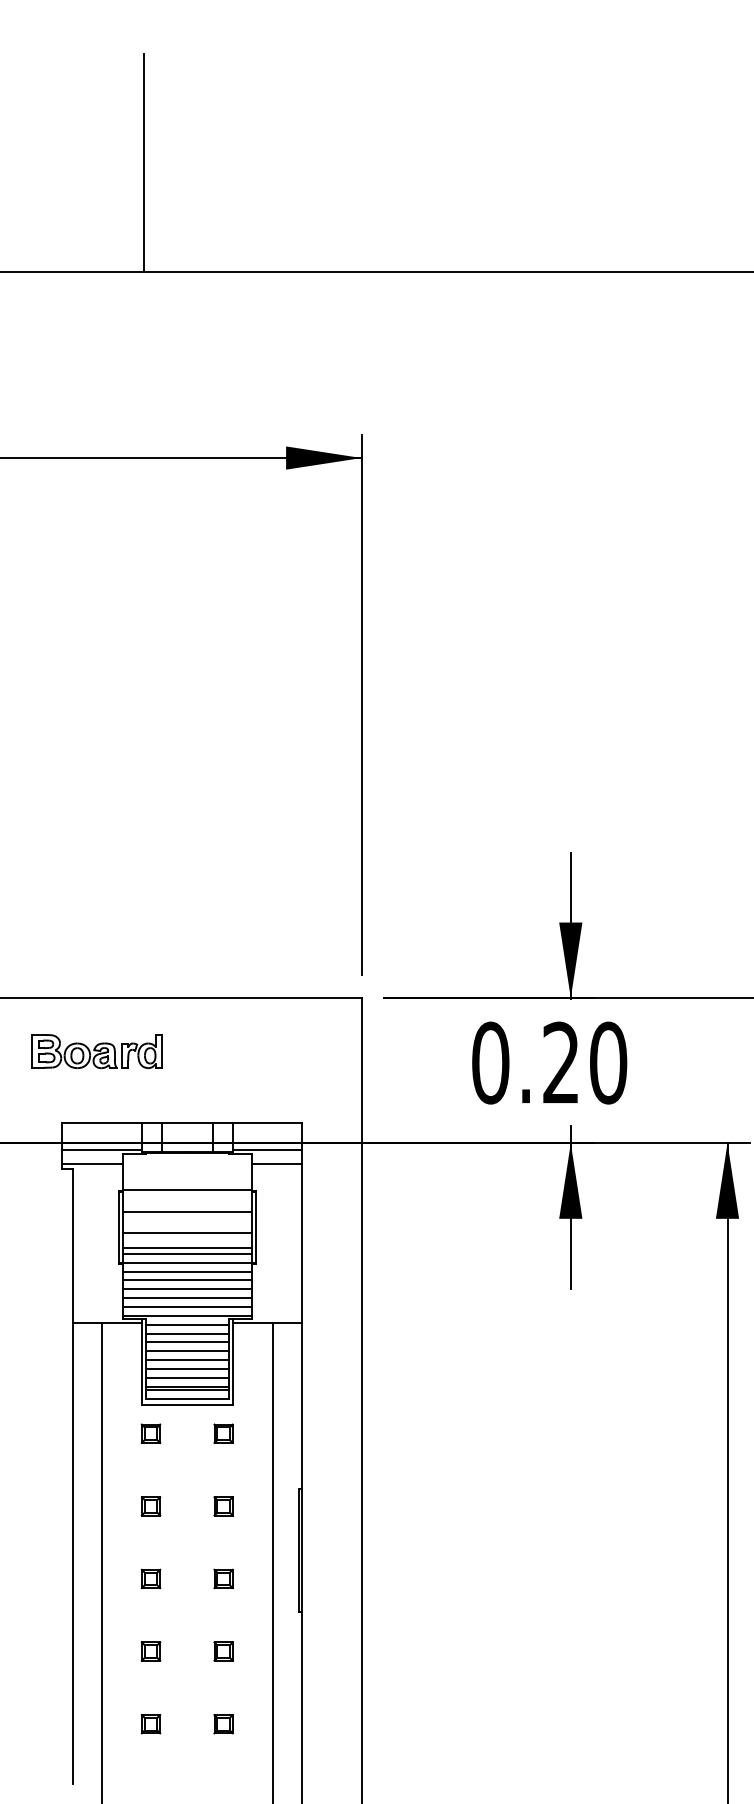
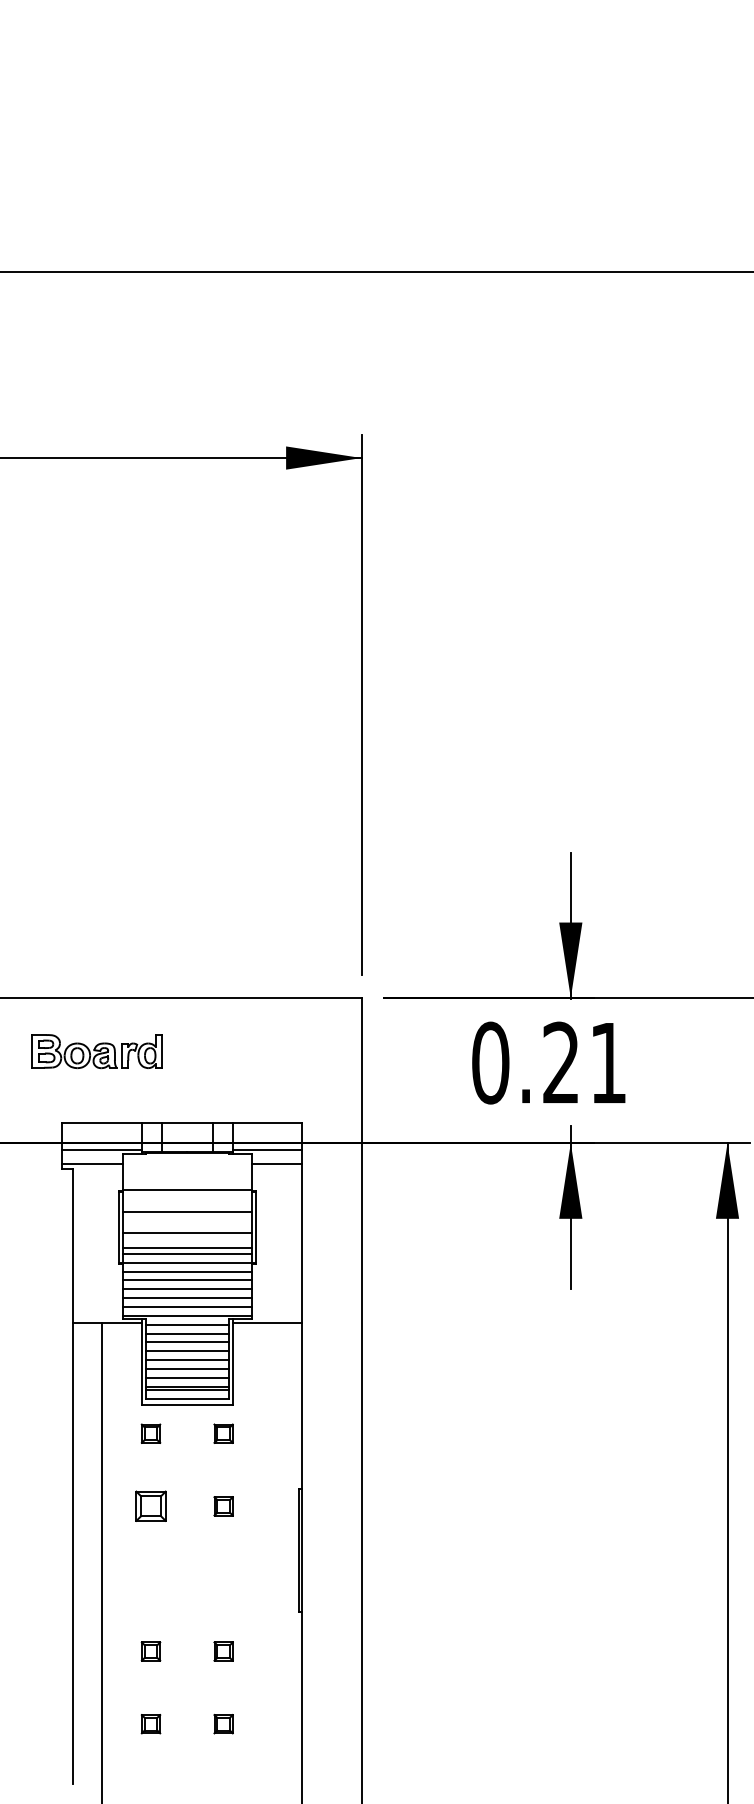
line at (143, 162): present -> none
text at (608, 1062): 0.20 -> 0.21
part at (150, 1506) size: 22x21 px -> 32x32 px
line at (273, 1561): present -> none
part at (150, 1578): present -> none
part at (223, 1578): present -> none
